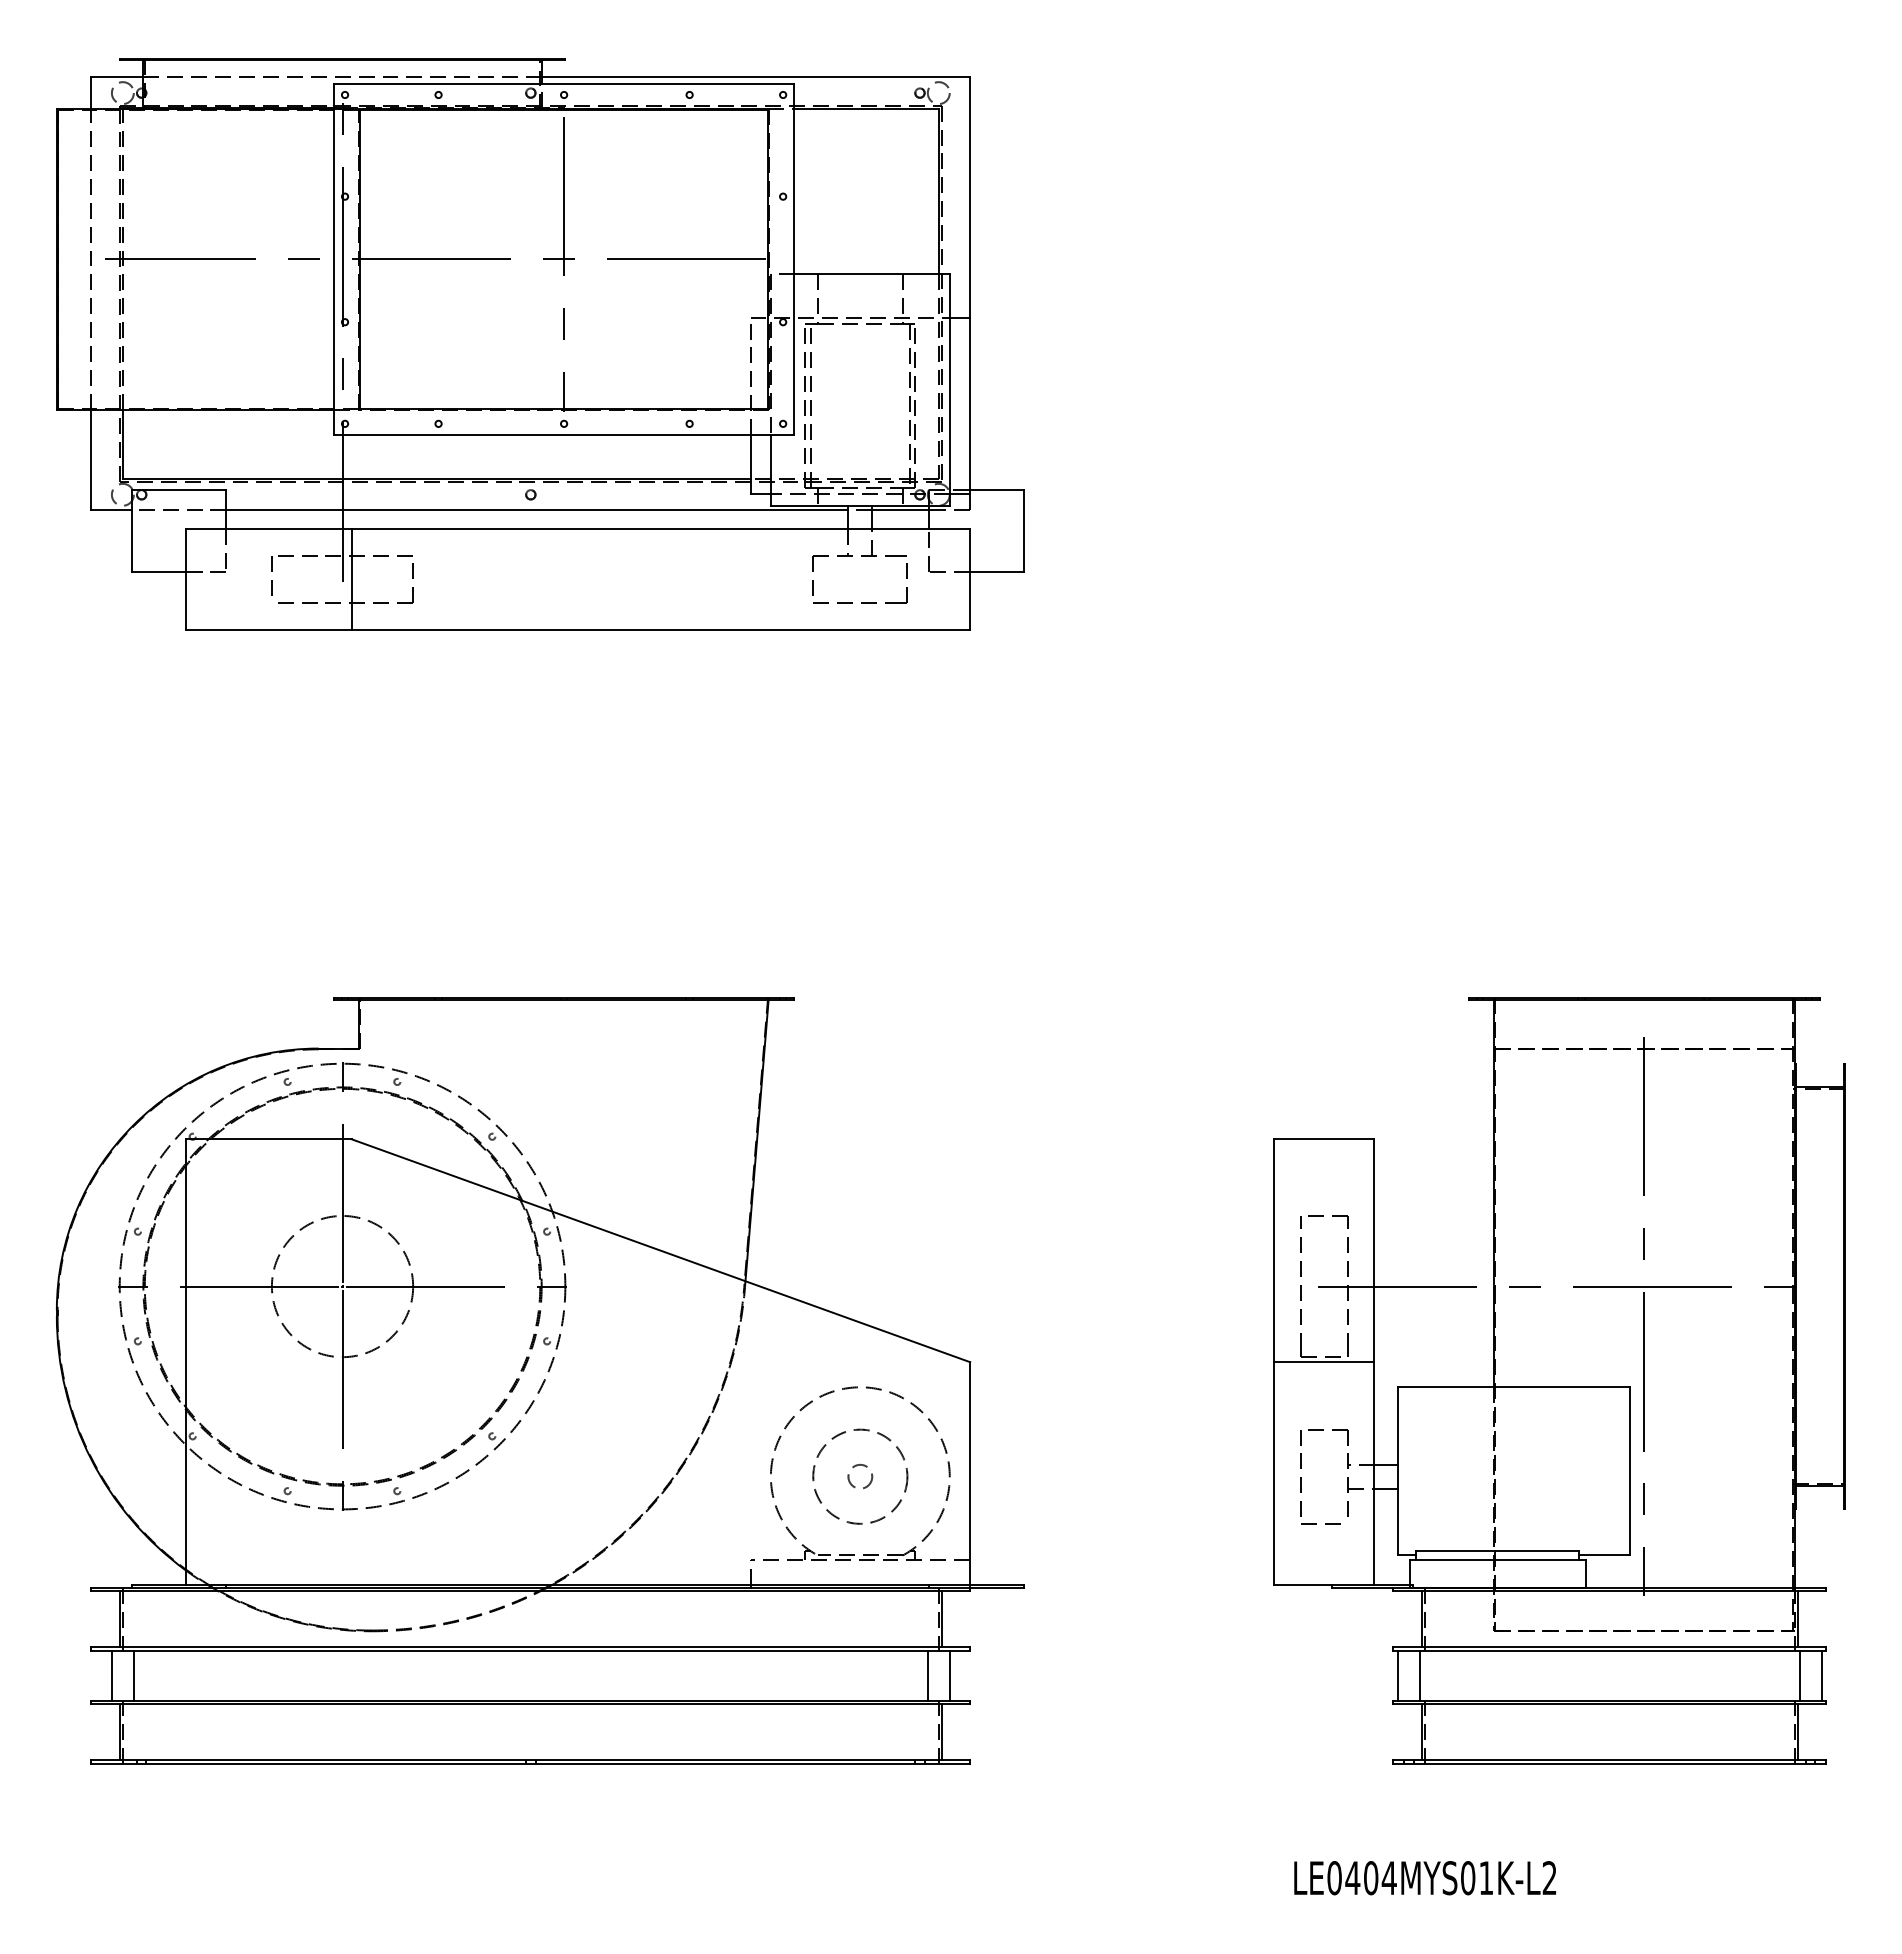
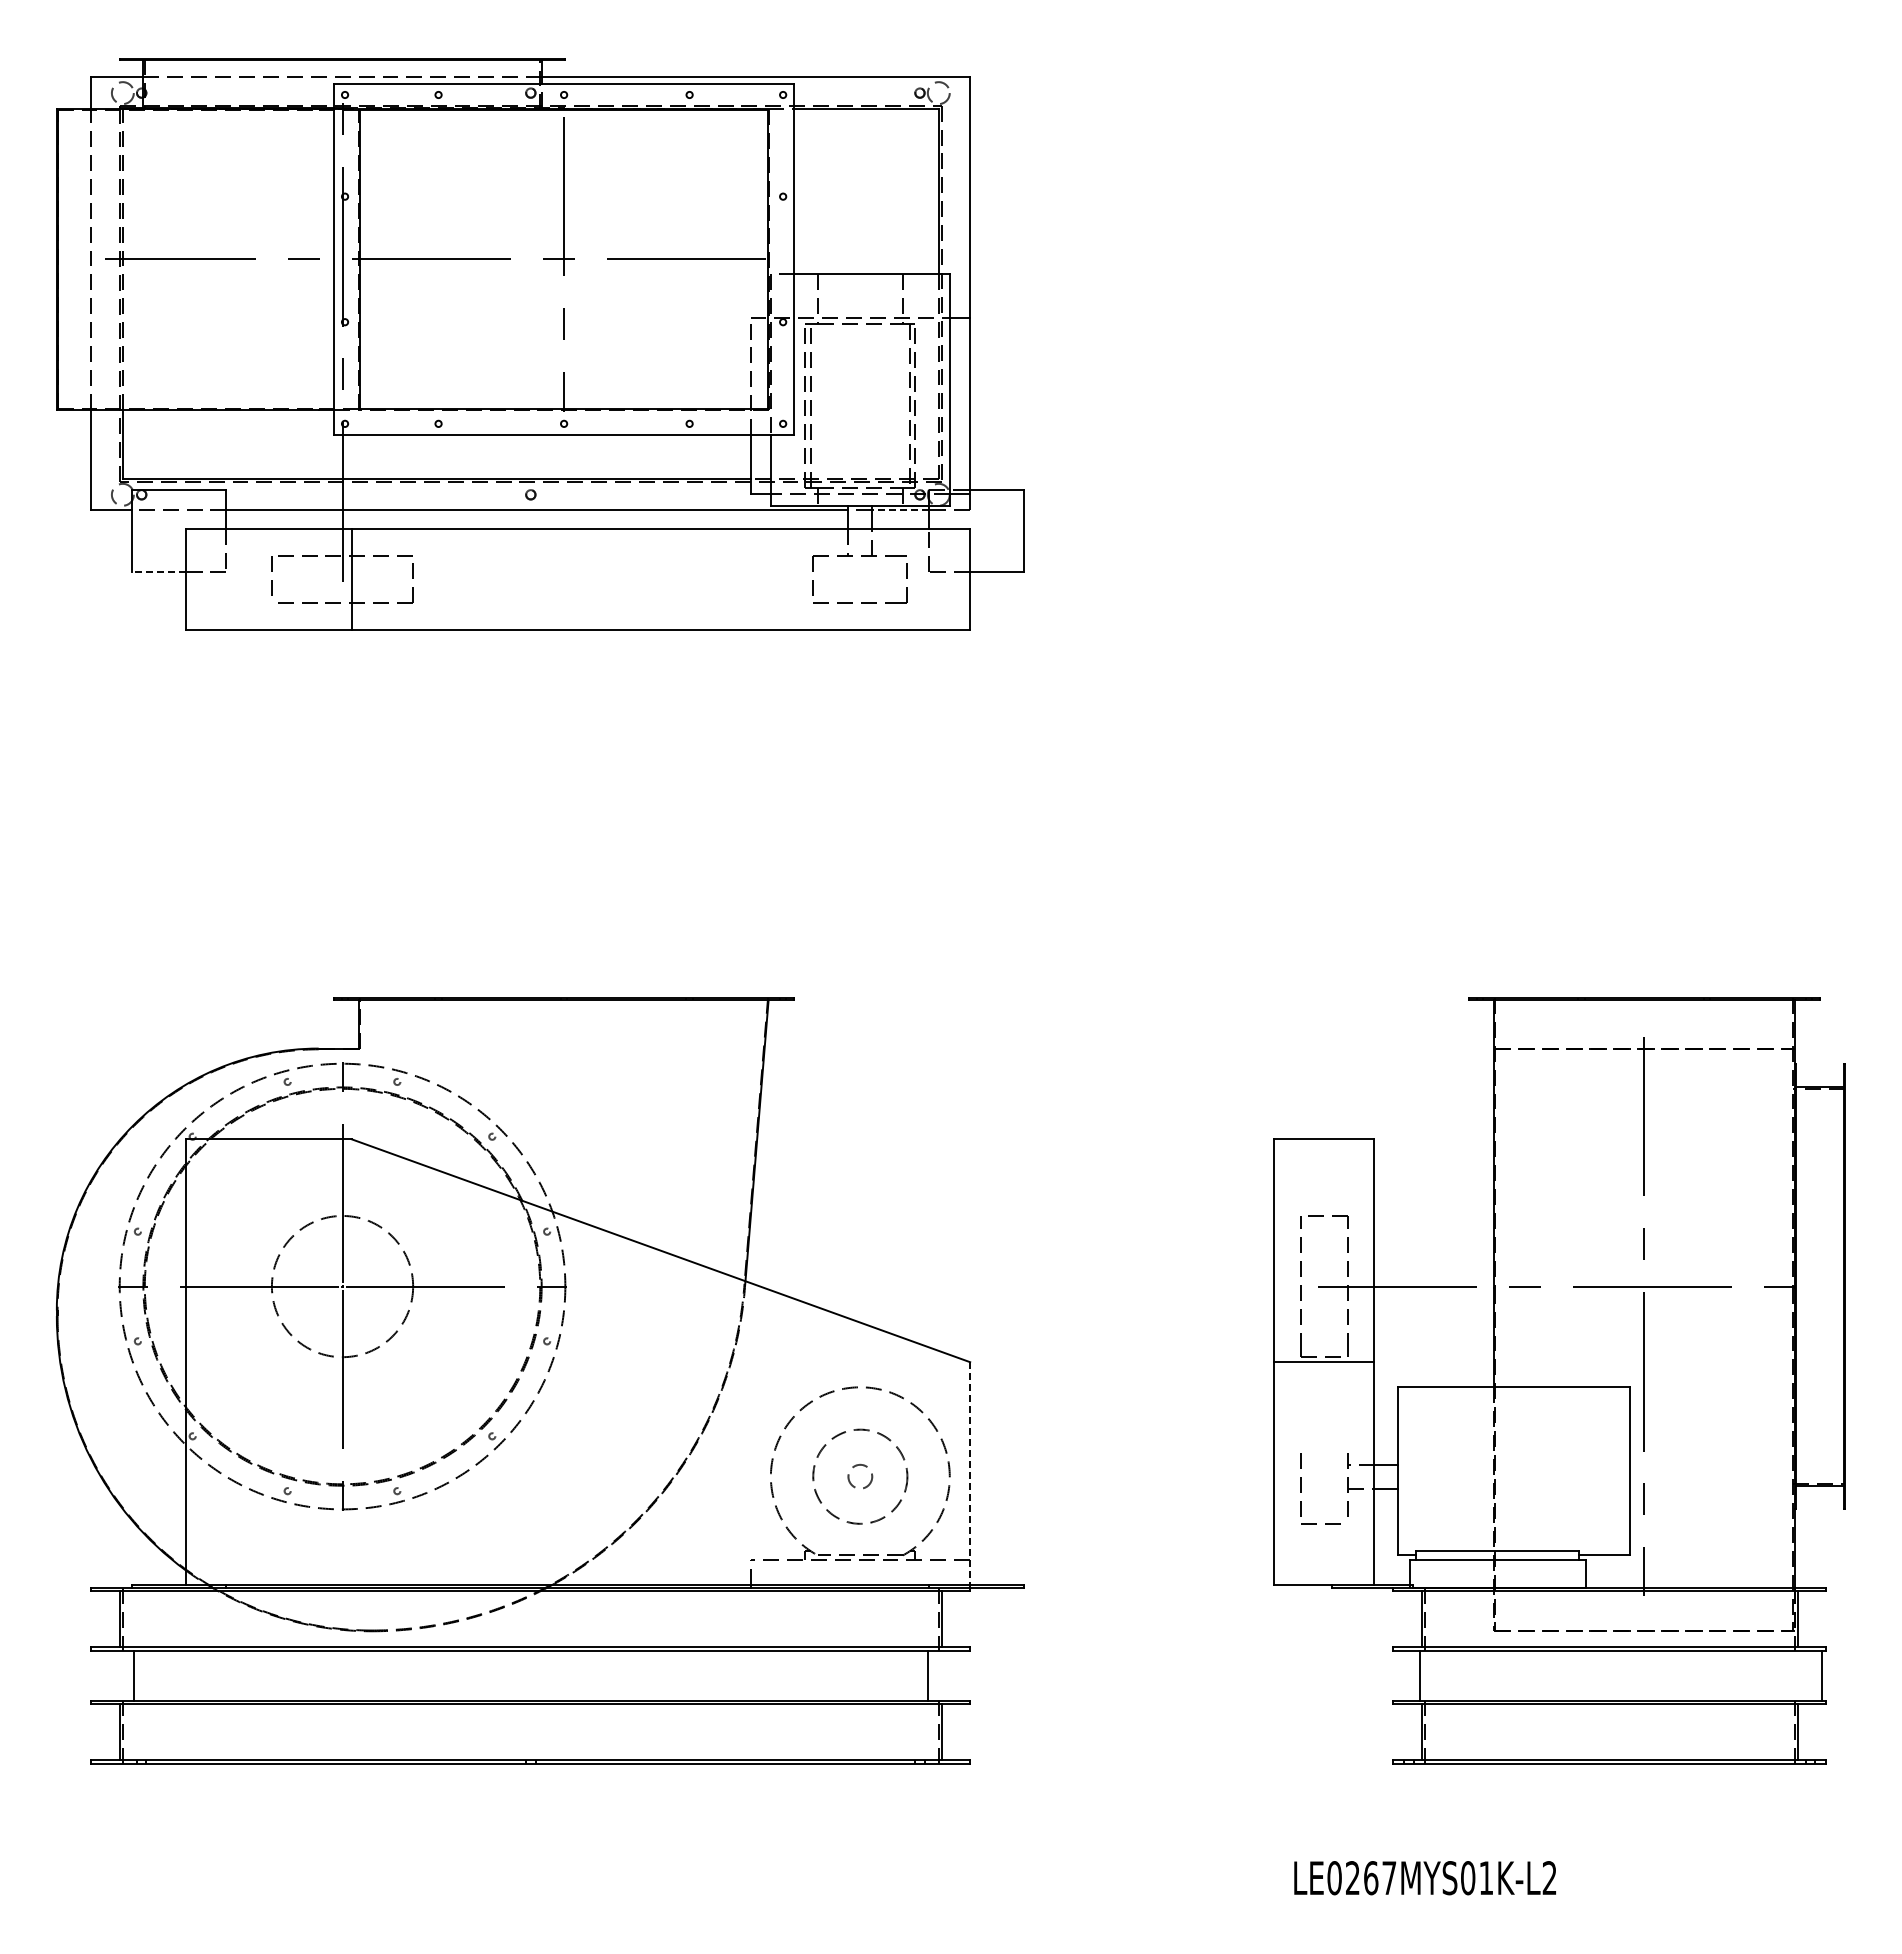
line at (900, 510): solid -> dashed
line at (158, 572): solid -> dashed
part at (1323, 1430): present -> none
line at (970, 1474): solid -> dashed
line at (111, 1675): present -> none
line at (949, 1675): present -> none
line at (1397, 1675): present -> none
line at (1799, 1675): present -> none
text at (1370, 1878): LE0404MYS01K-L2 -> LE0267MYS01K-L2
